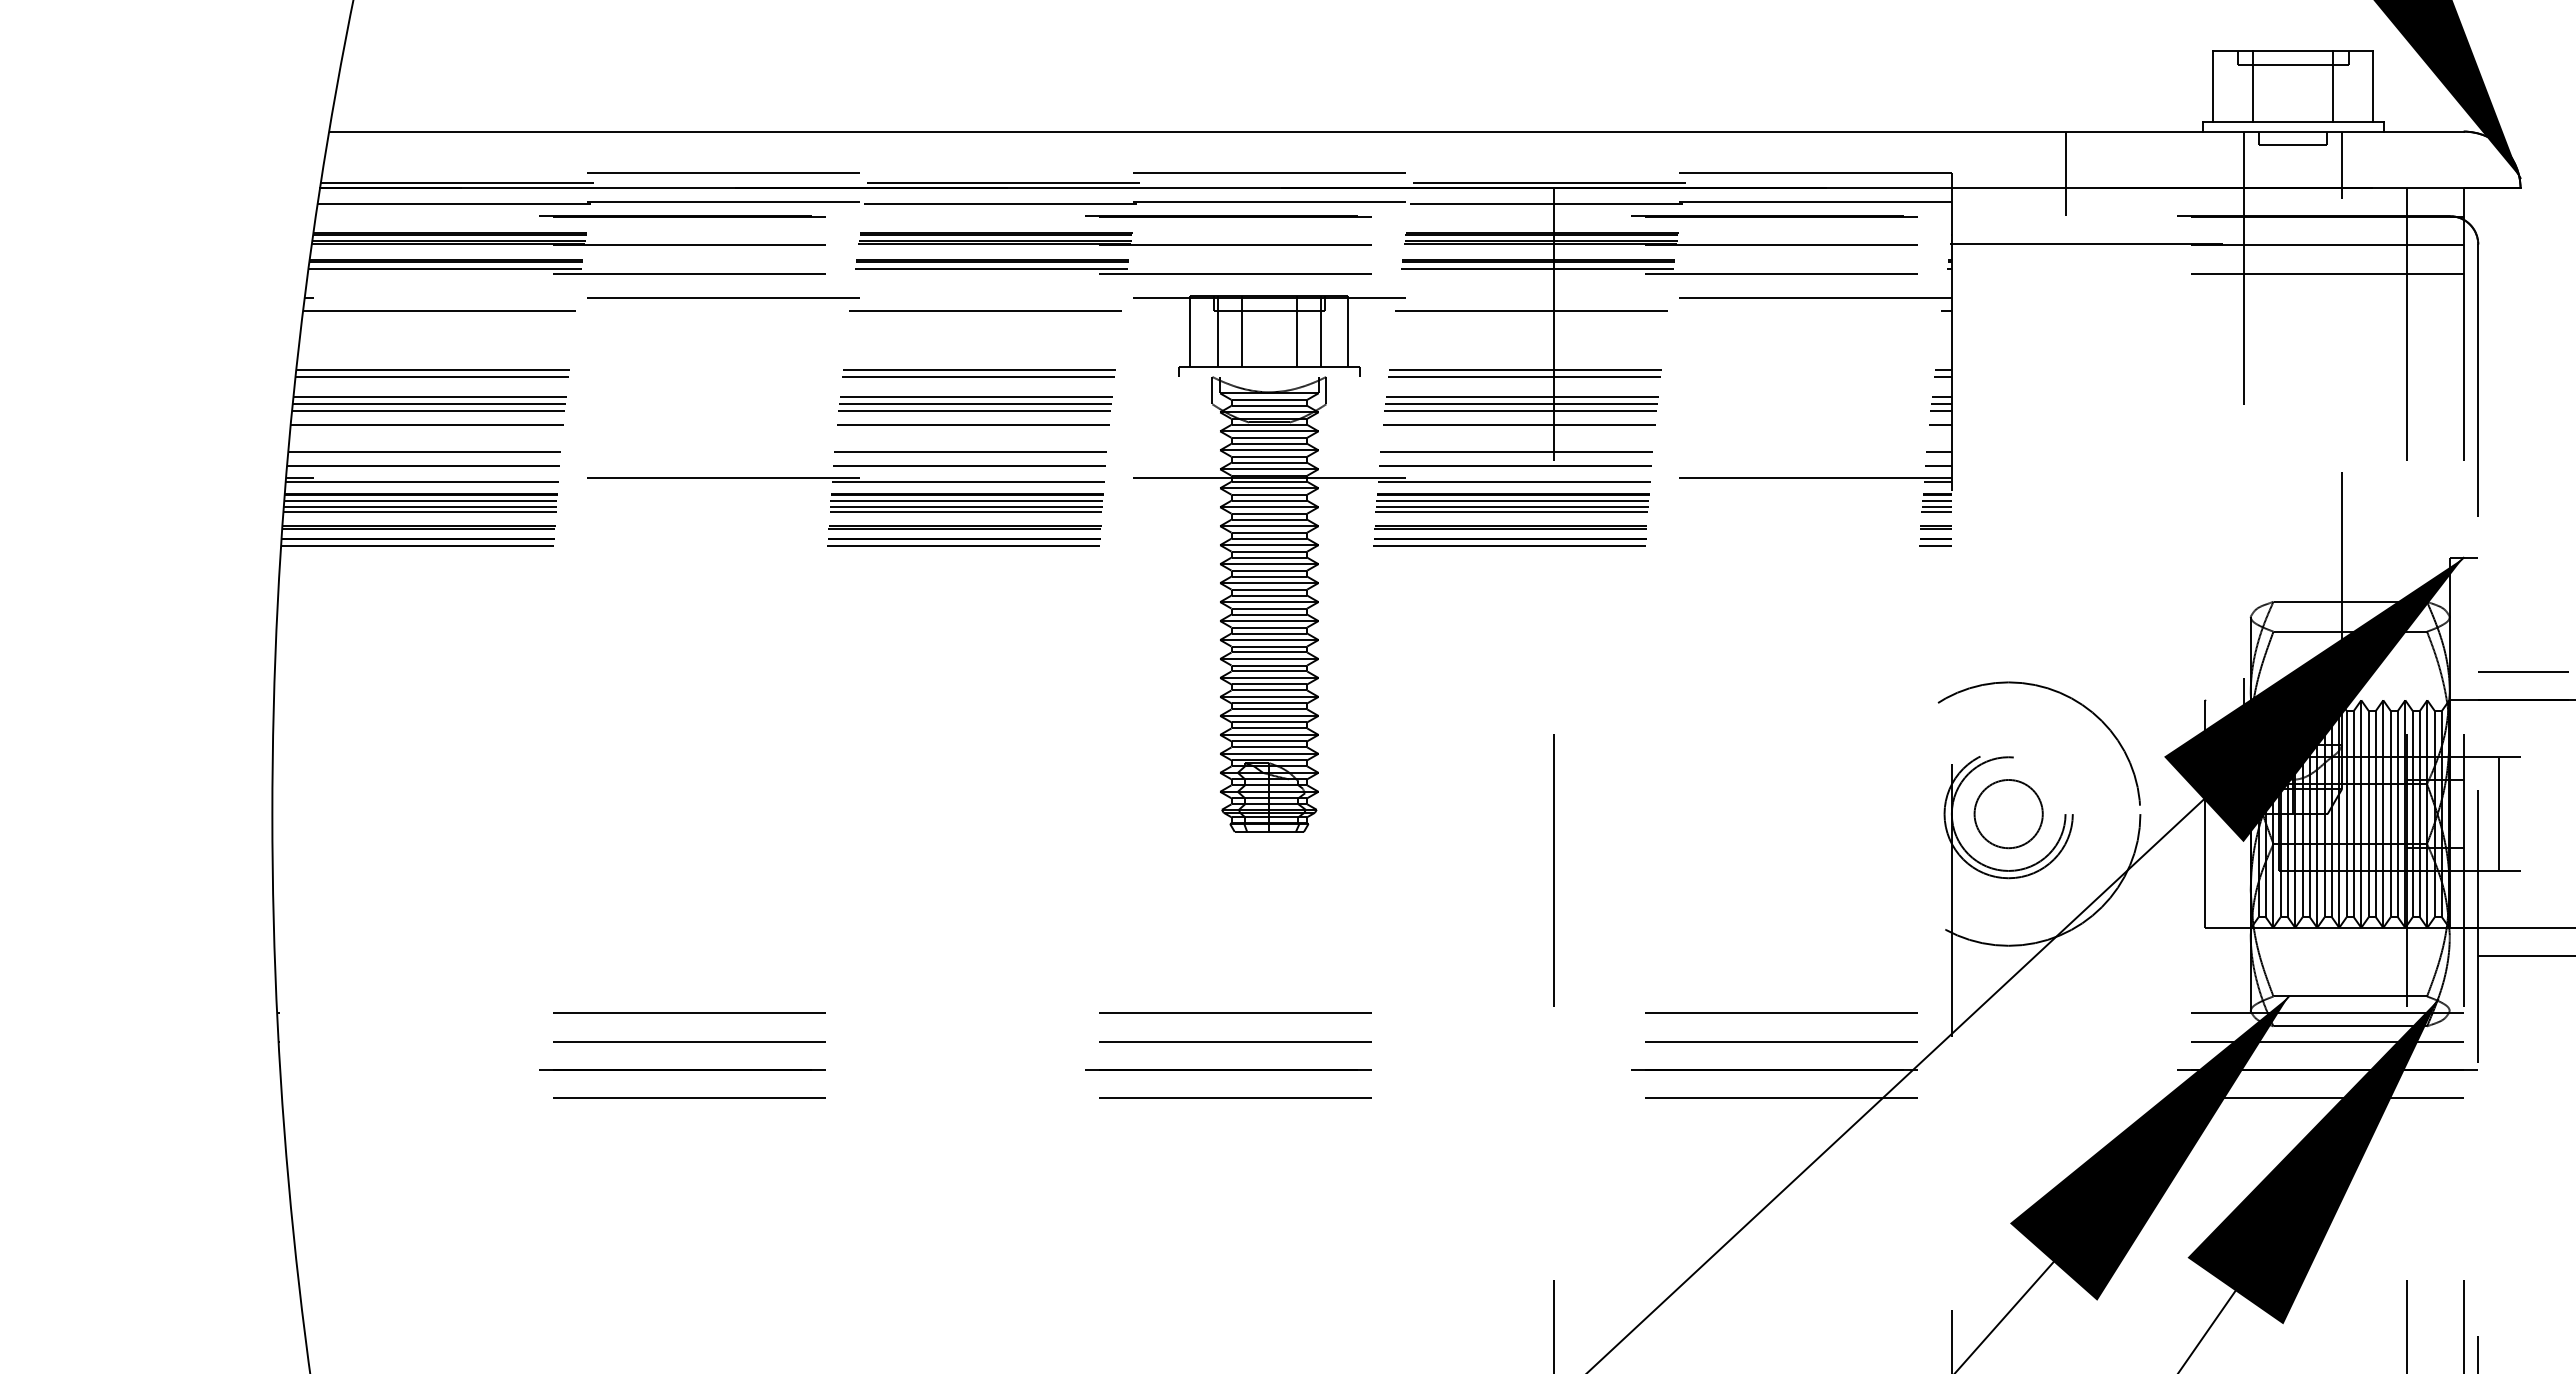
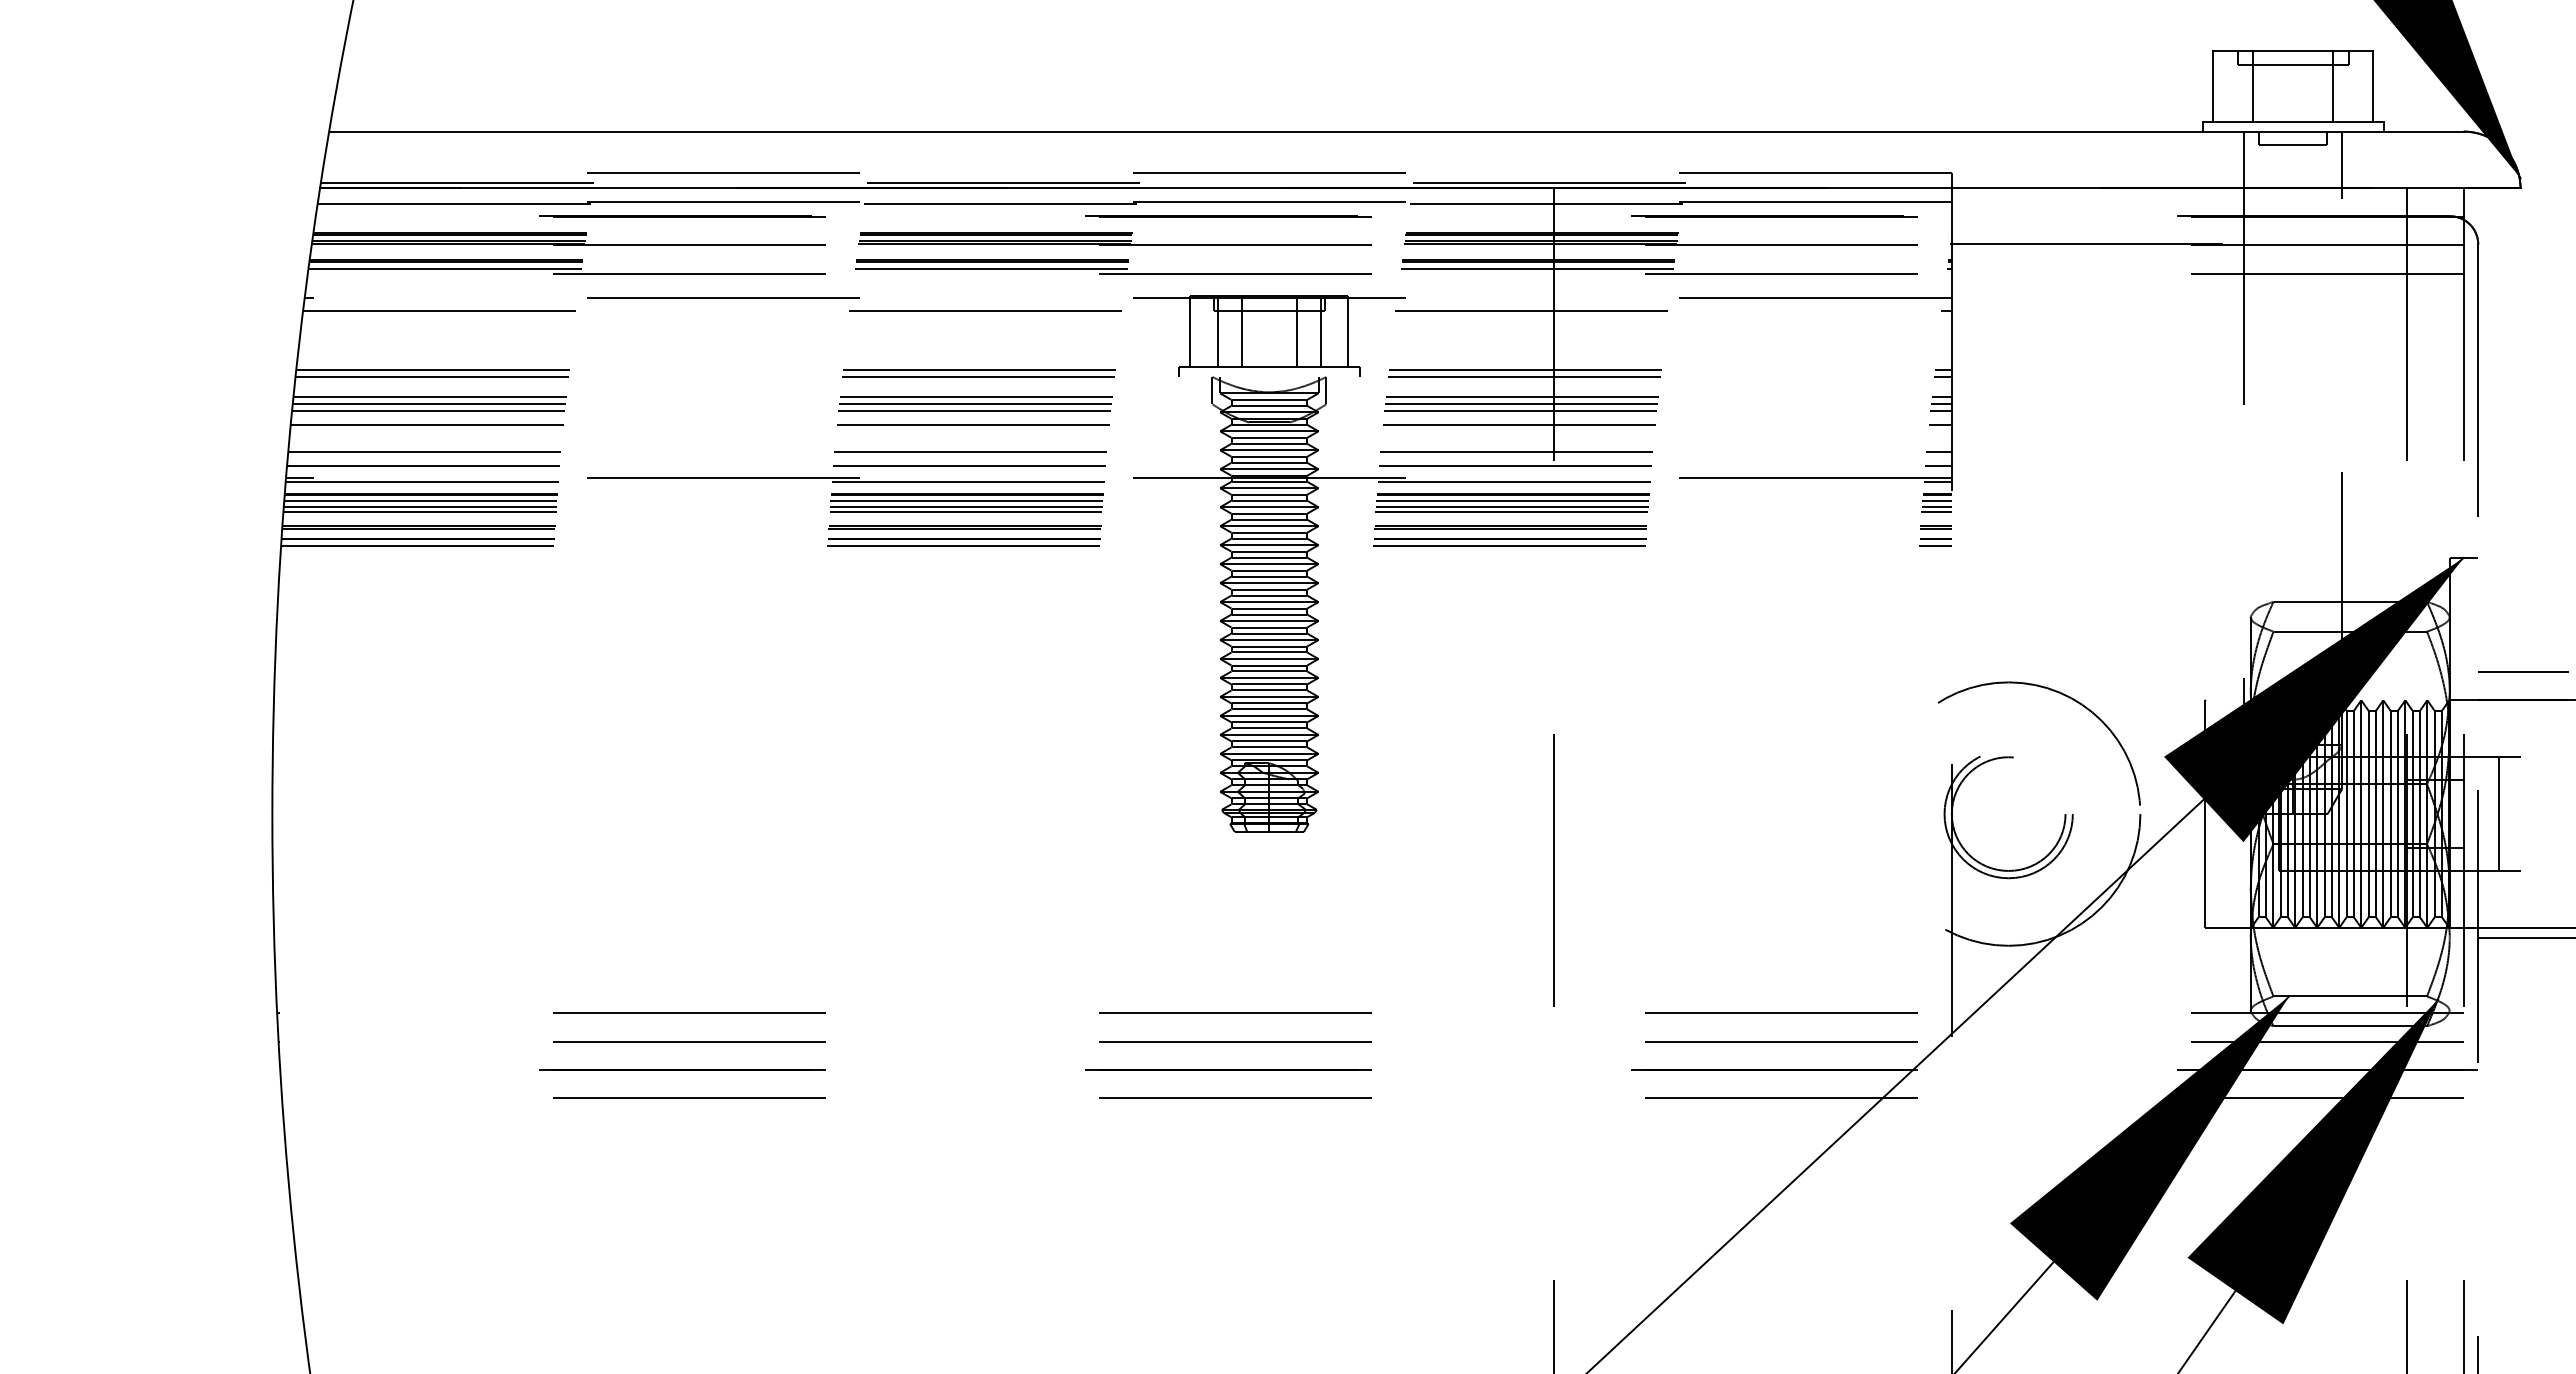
line at (2065, 173): present -> none
circle at (2008, 814): present -> none
line at (2525, 956) position: (2525, 956) -> (2525, 938)
